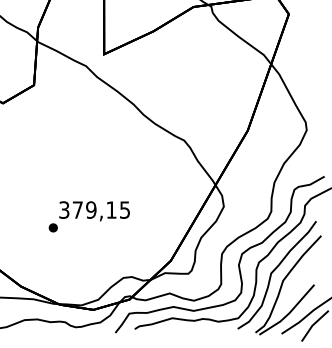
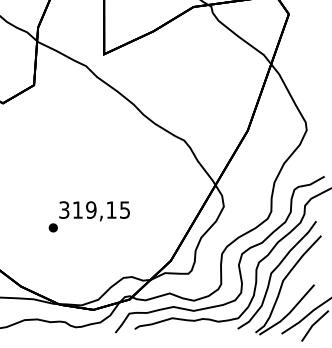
text at (77, 209): 379,15 -> 319,15
